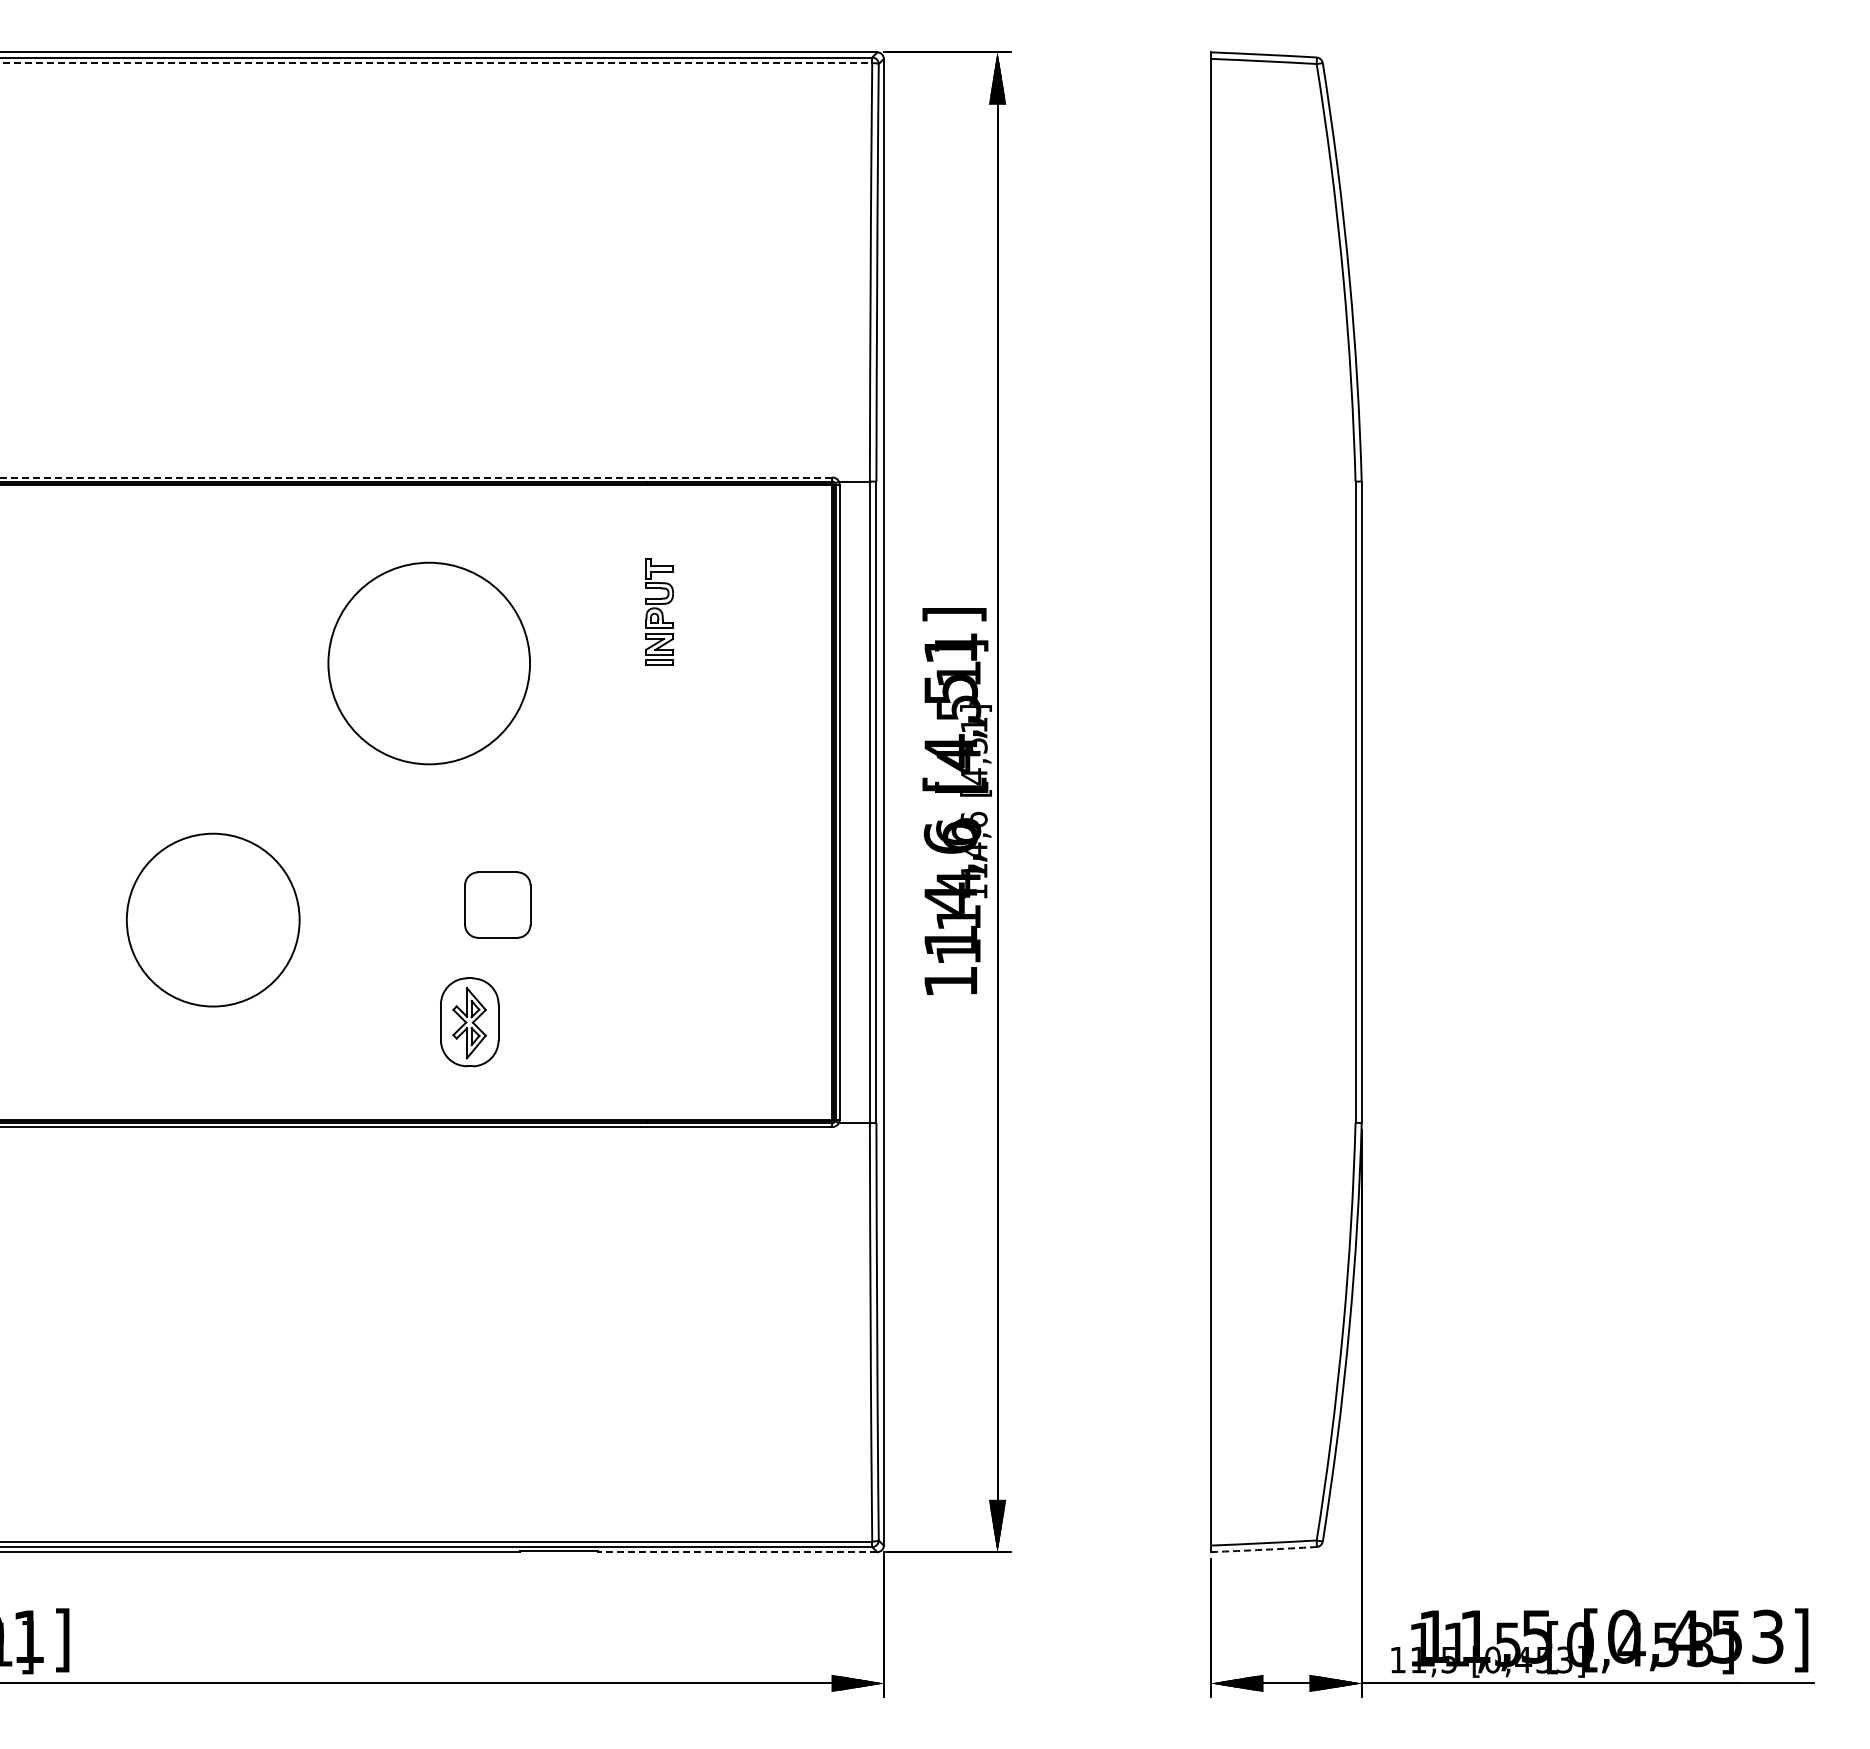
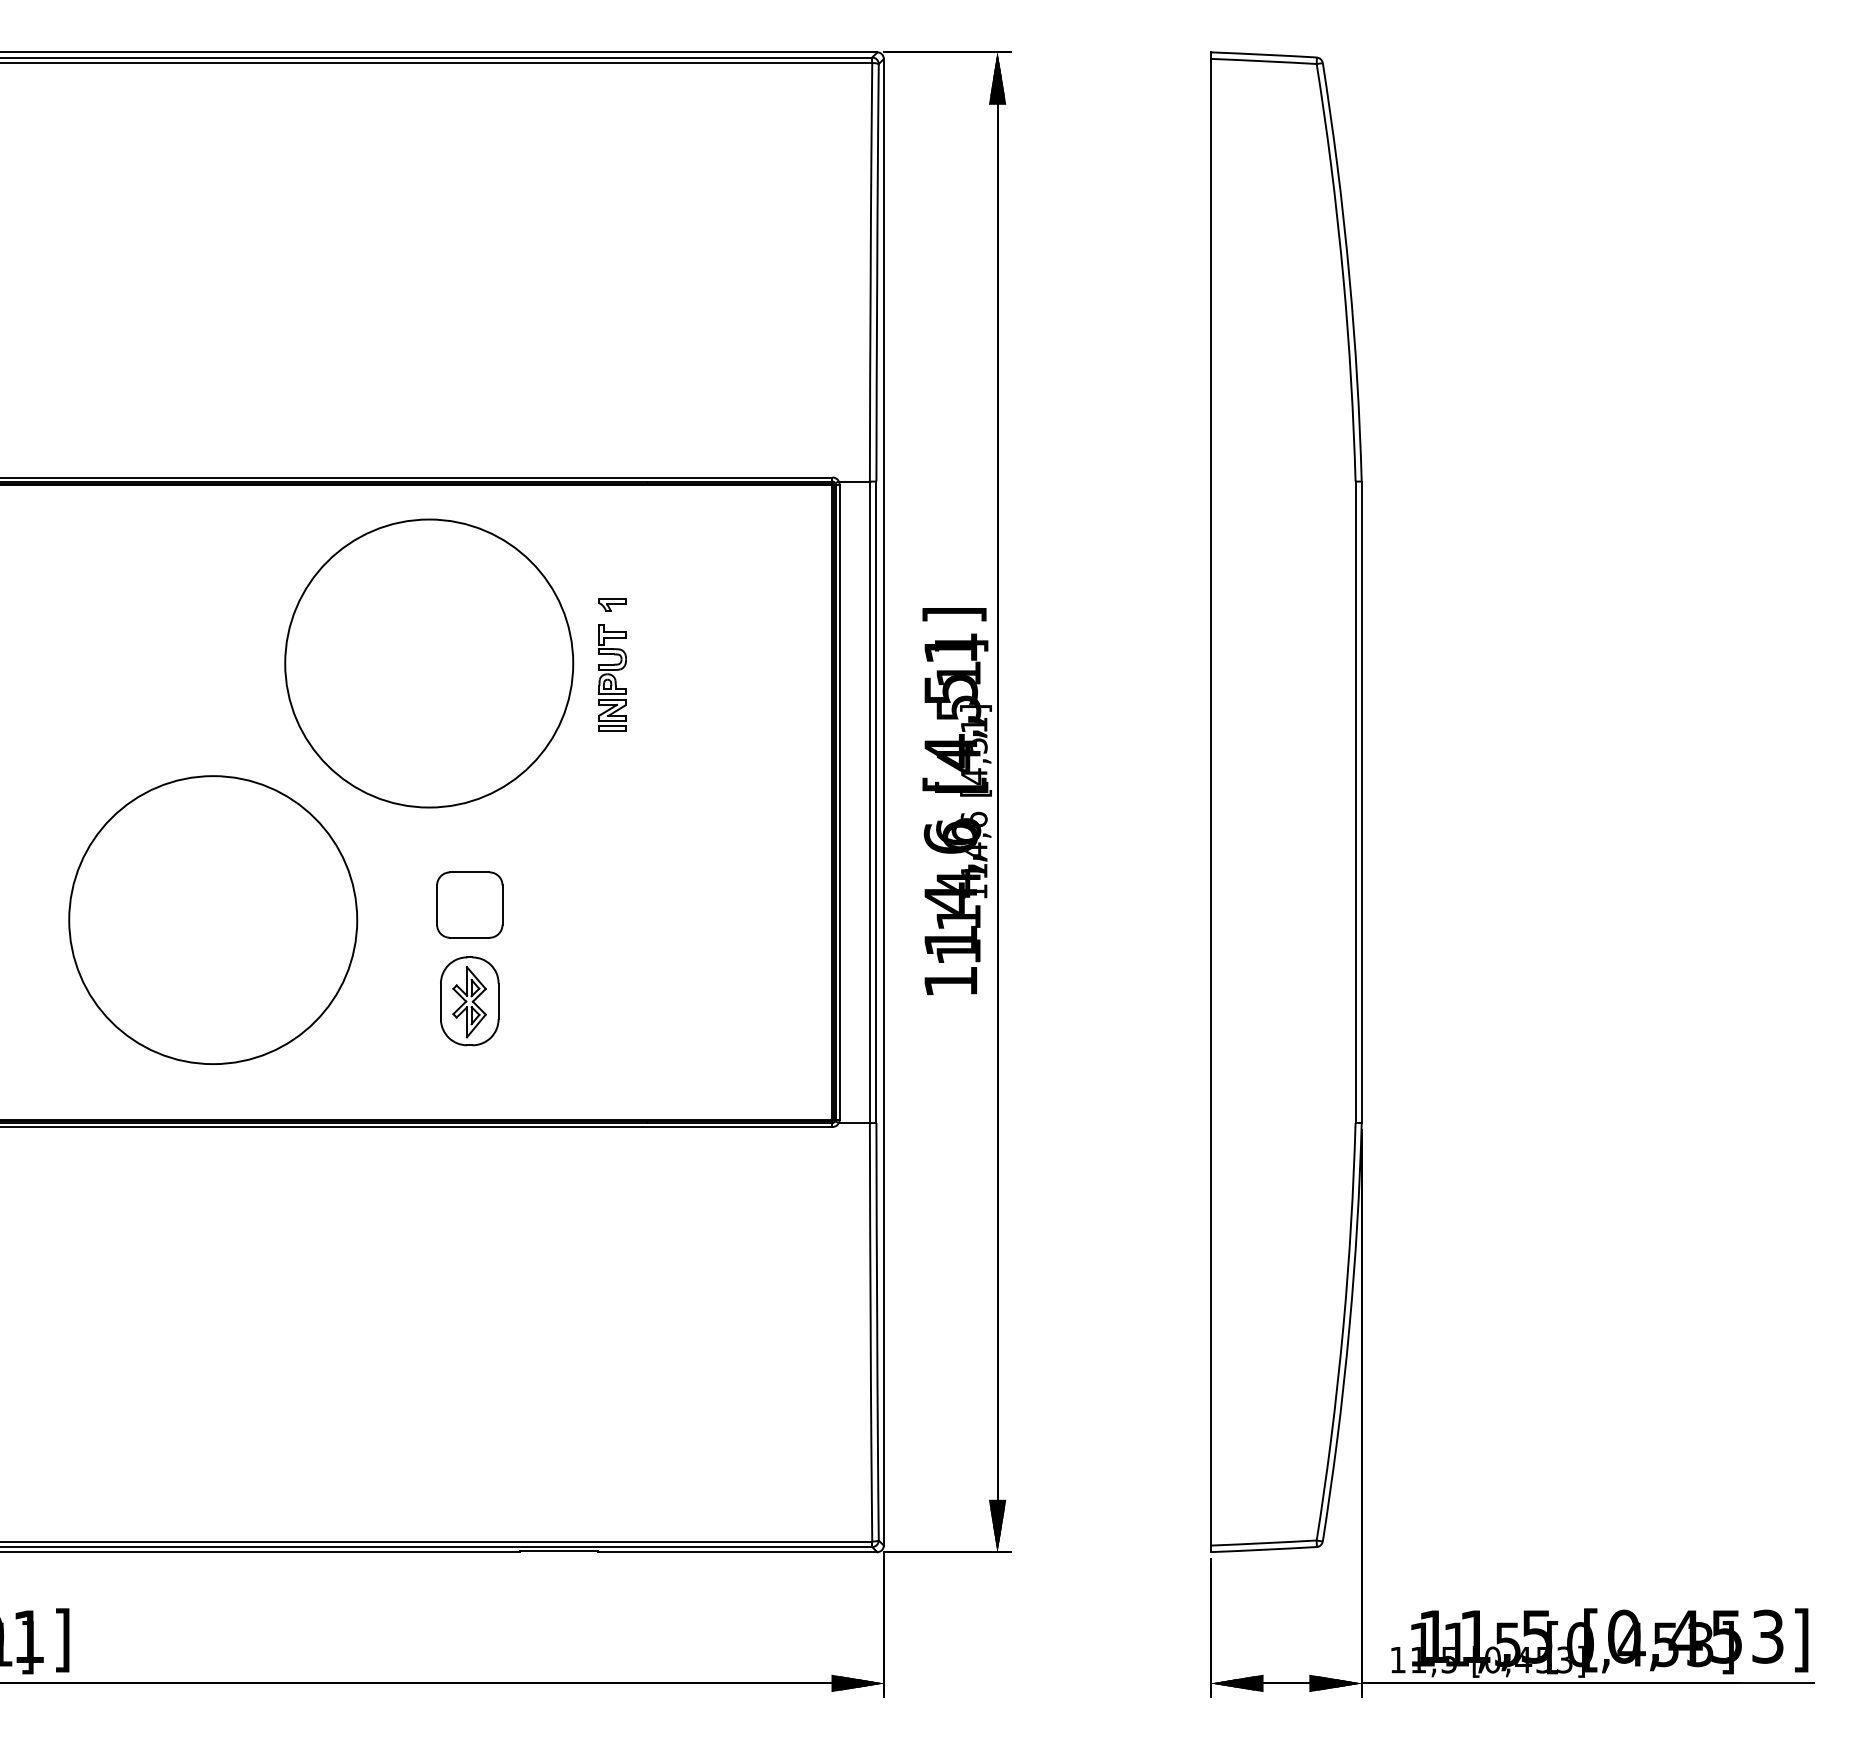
line at (436, 63): dashed -> solid
line at (416, 477): dashed -> solid
part at (612, 604): none -> present
part at (659, 611) position: (659, 611) -> (612, 677)
circle at (429, 663) diameter: 202 px -> 288 px
part at (497, 904) position: (497, 904) -> (469, 904)
circle at (212, 919) diameter: 173 px -> 288 px
part at (469, 1022) position: (469, 1022) -> (469, 1001)
arc at (1263, 1549): dashed -> solid
line at (737, 1552): dashed -> solid
